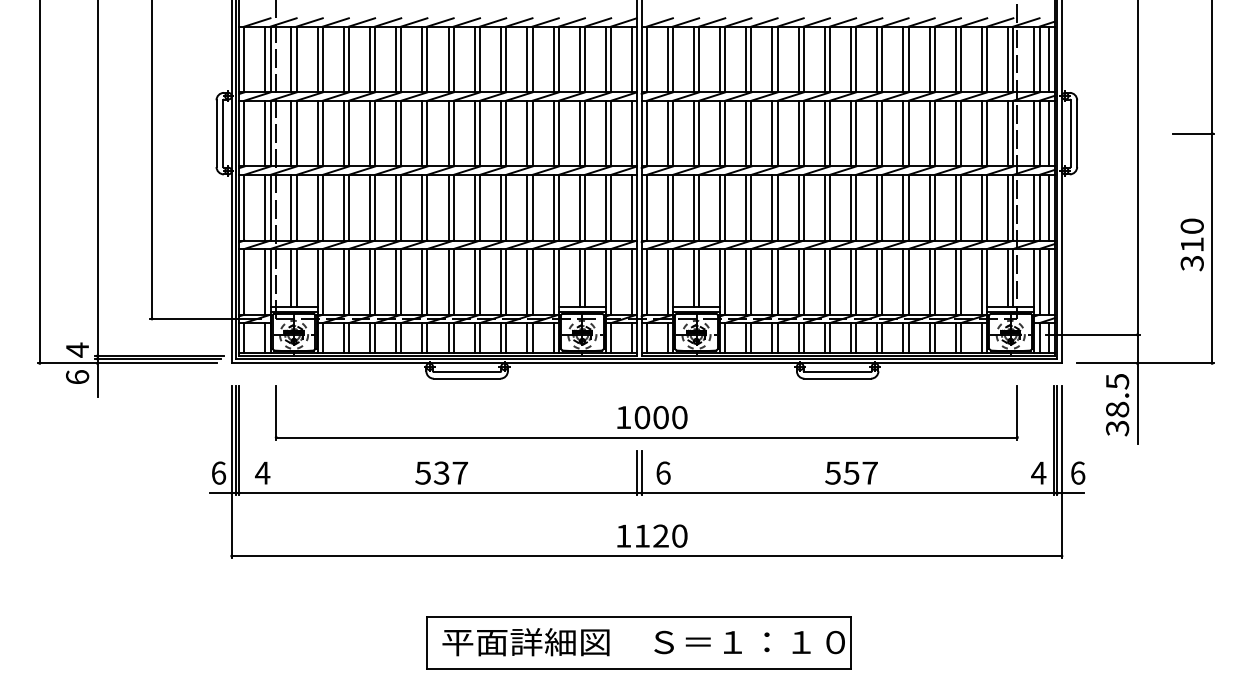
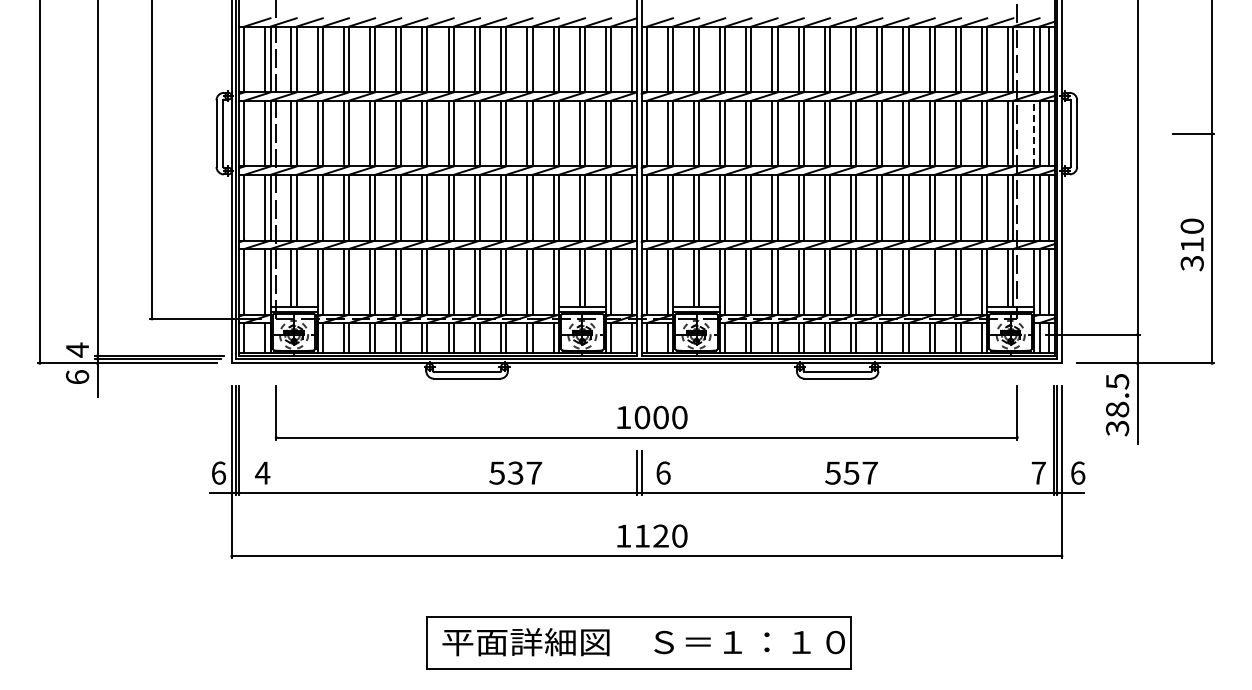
line at (1034, 133): solid -> dashed
line at (929, 281): present -> none
text at (441, 472) position: (441, 472) -> (515, 472)
text at (1038, 472): 4 -> 7
